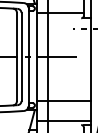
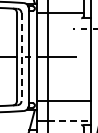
line at (21, 57): solid -> dashed
line at (69, 120): solid -> dashed
